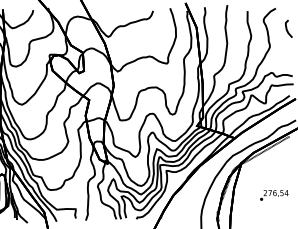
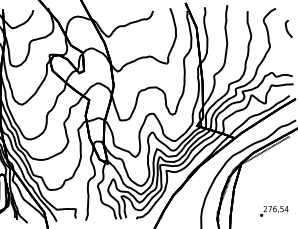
text at (274, 195) position: (274, 195) -> (274, 211)
